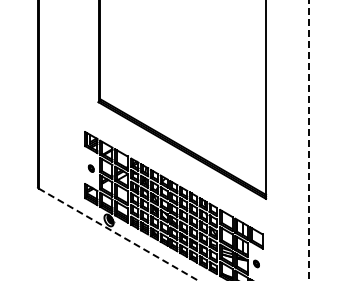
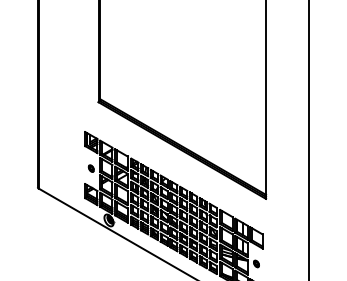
line at (309, 140): dashed -> solid
line at (119, 234): dashed -> solid
